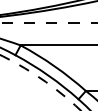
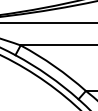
line at (49, 23): dashed -> solid
arc at (42, 79): dashed -> solid
